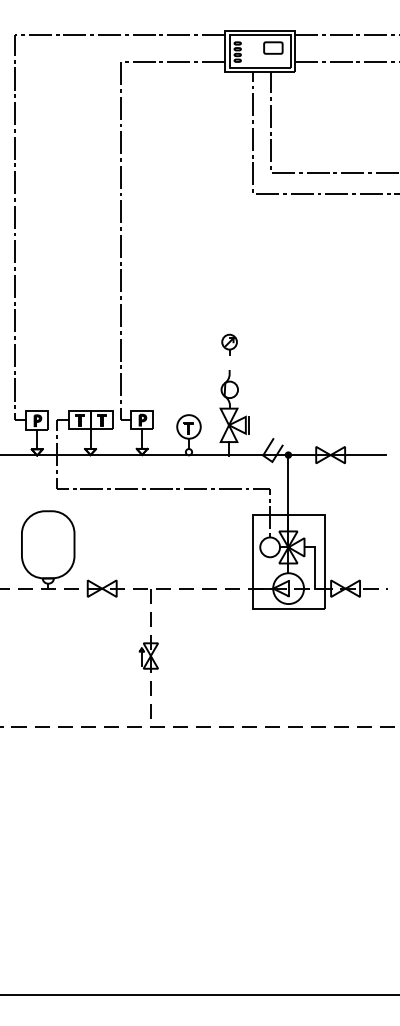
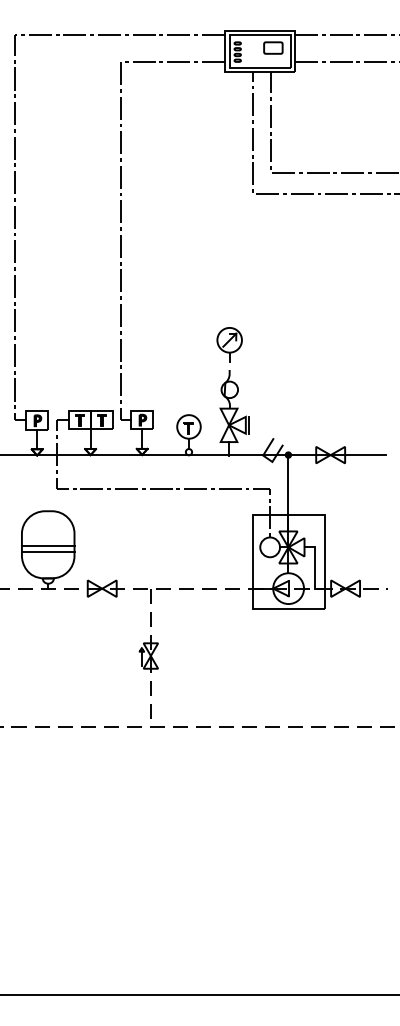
part at (229, 344) size: 17x23 px -> 27x36 px
line at (48, 545): none -> present
line at (48, 552): none -> present
